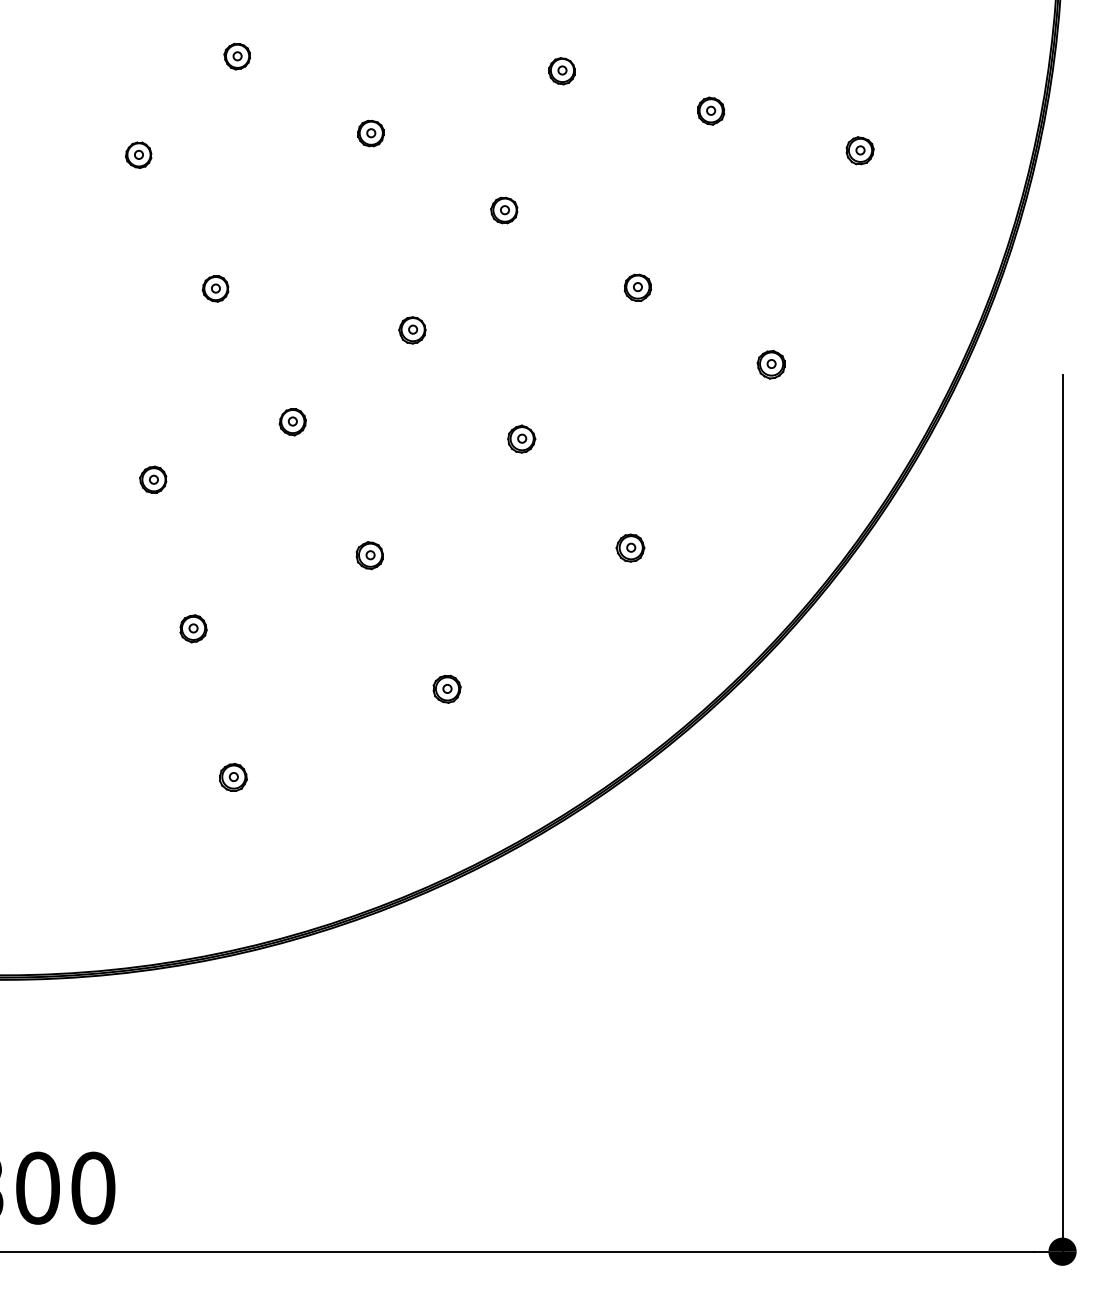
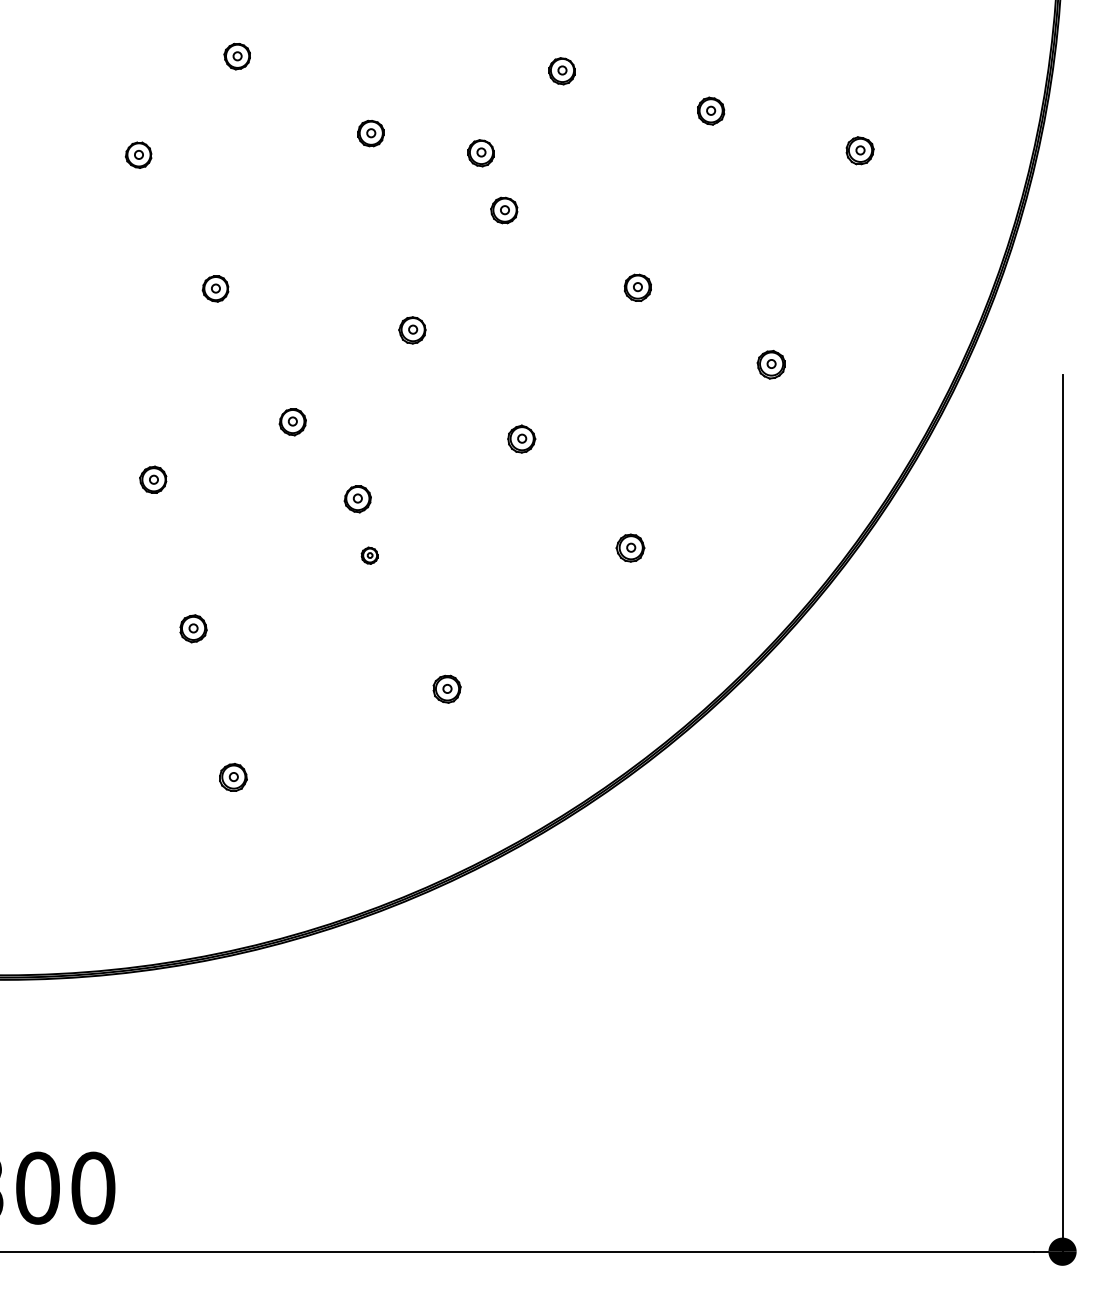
part at (480, 153): none -> present
part at (357, 499): none -> present
part at (369, 555) size: 29x30 px -> 19x19 px
